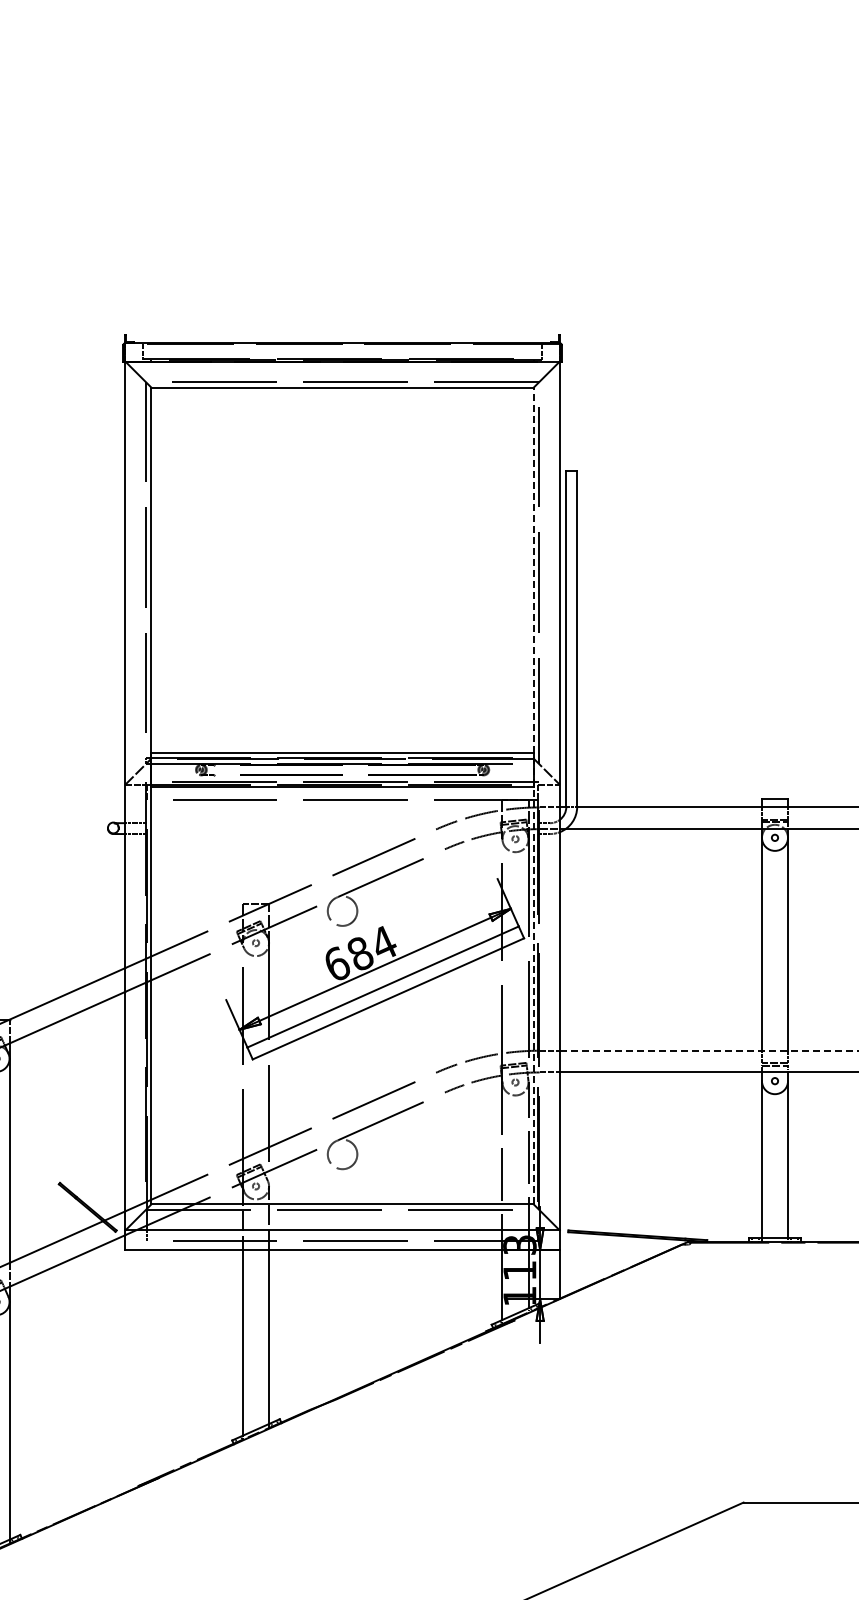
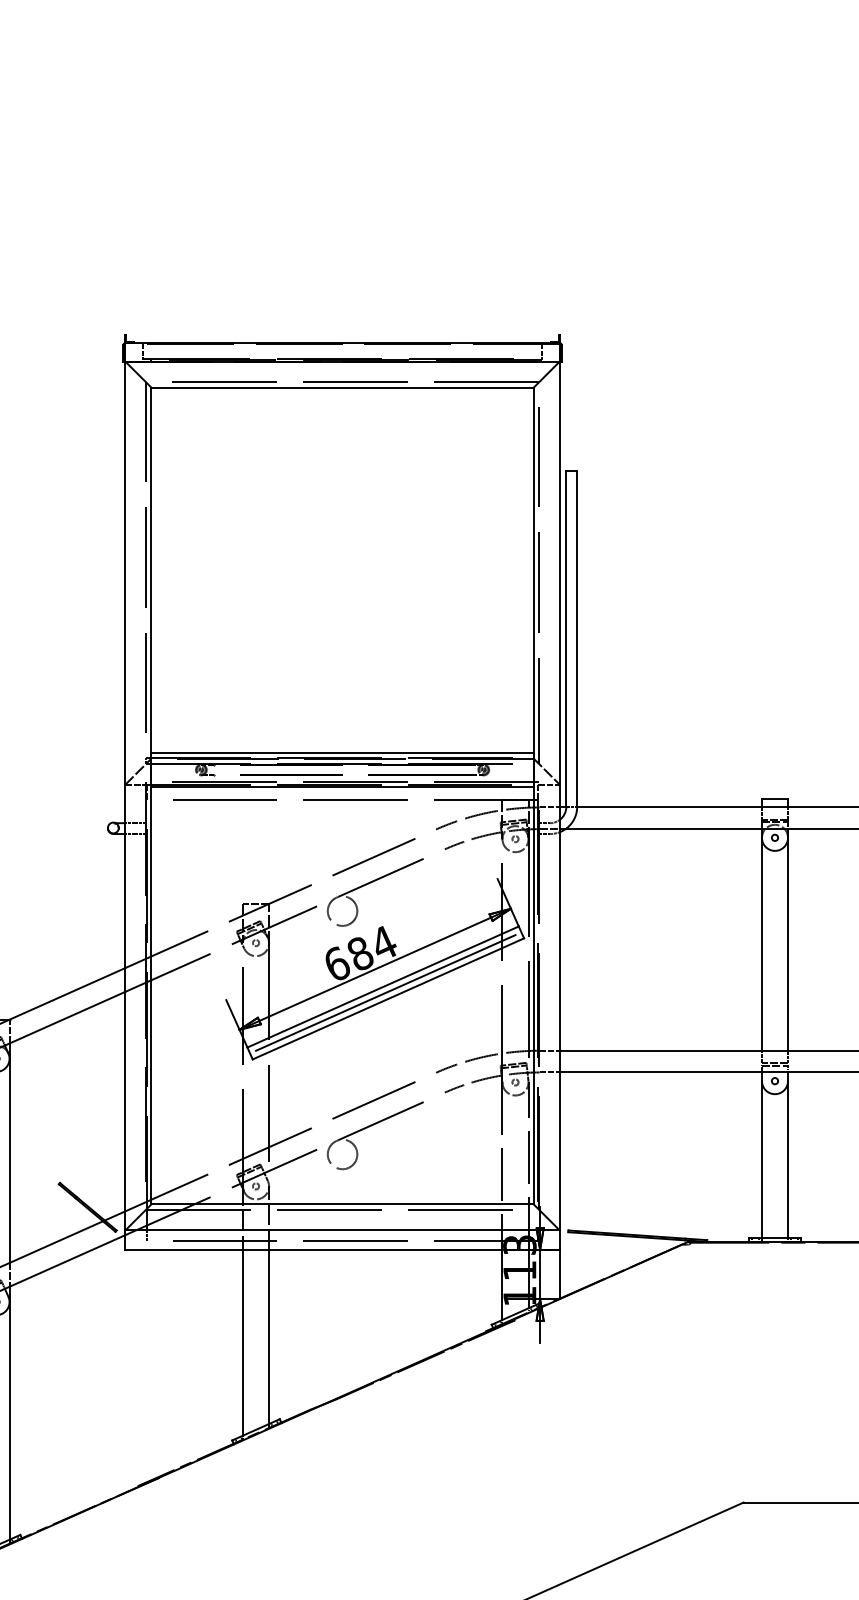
line at (533, 795): dashed -> solid
line at (385, 992): none -> present
line at (709, 1050): dashed -> solid
